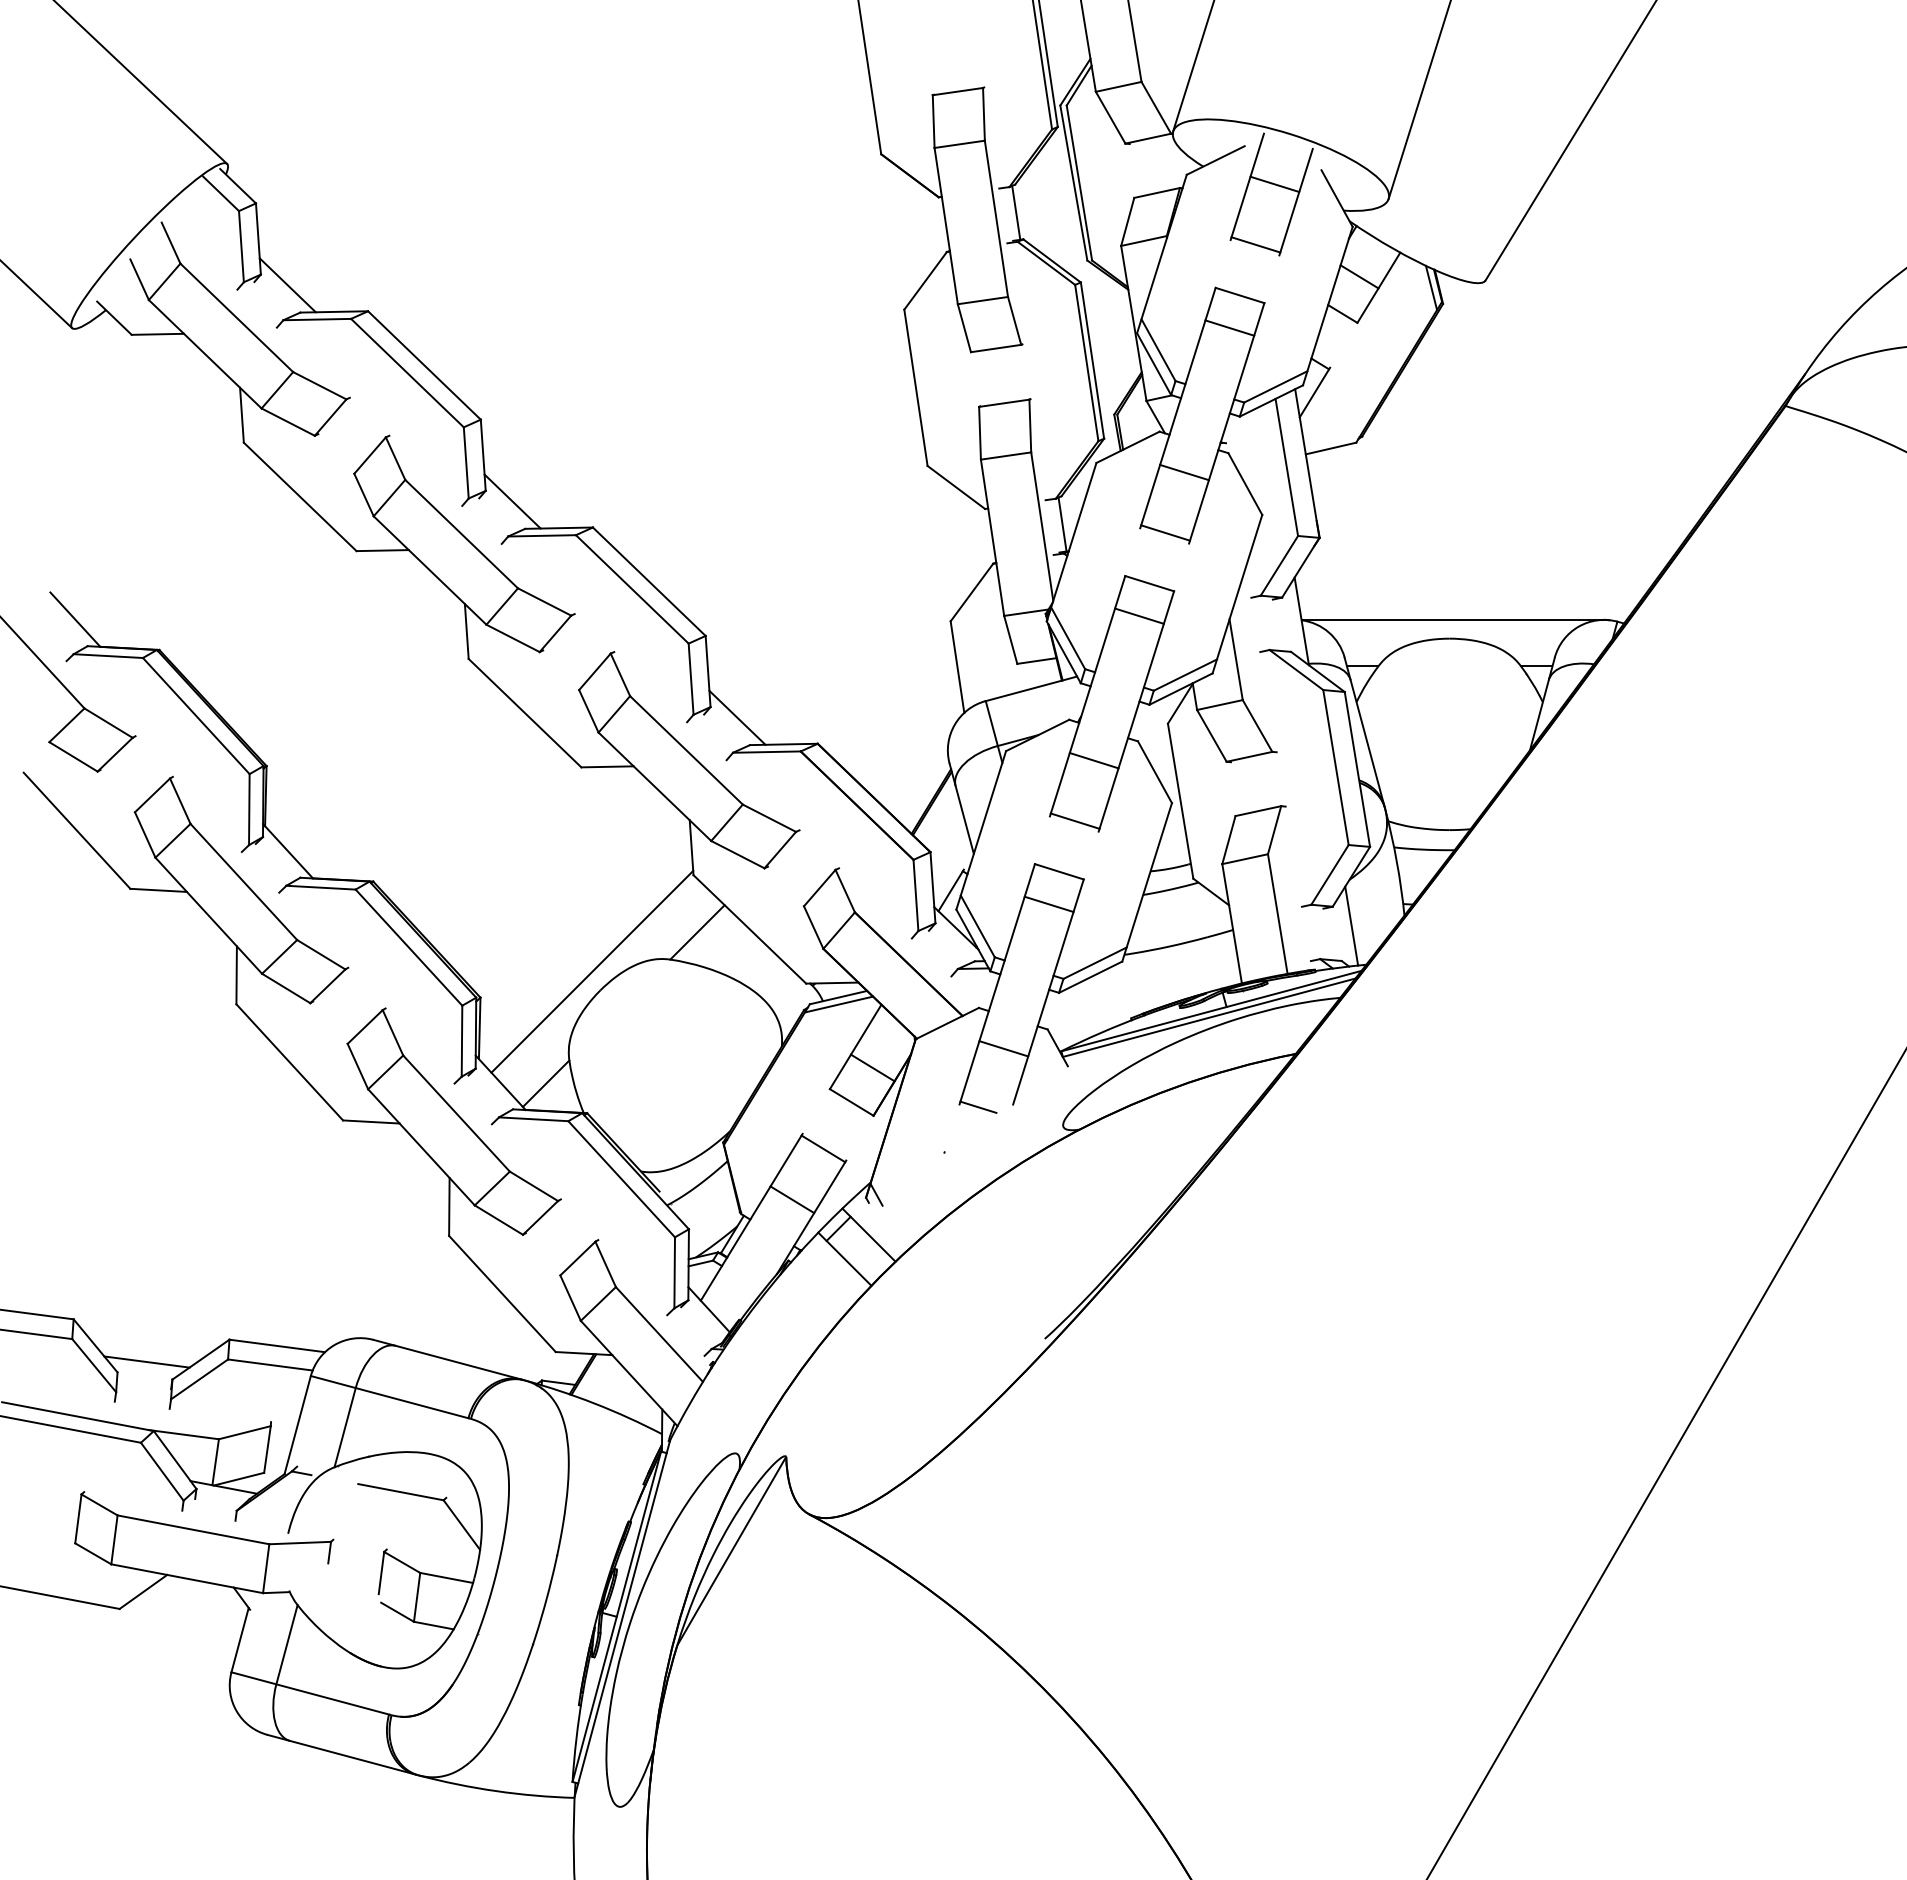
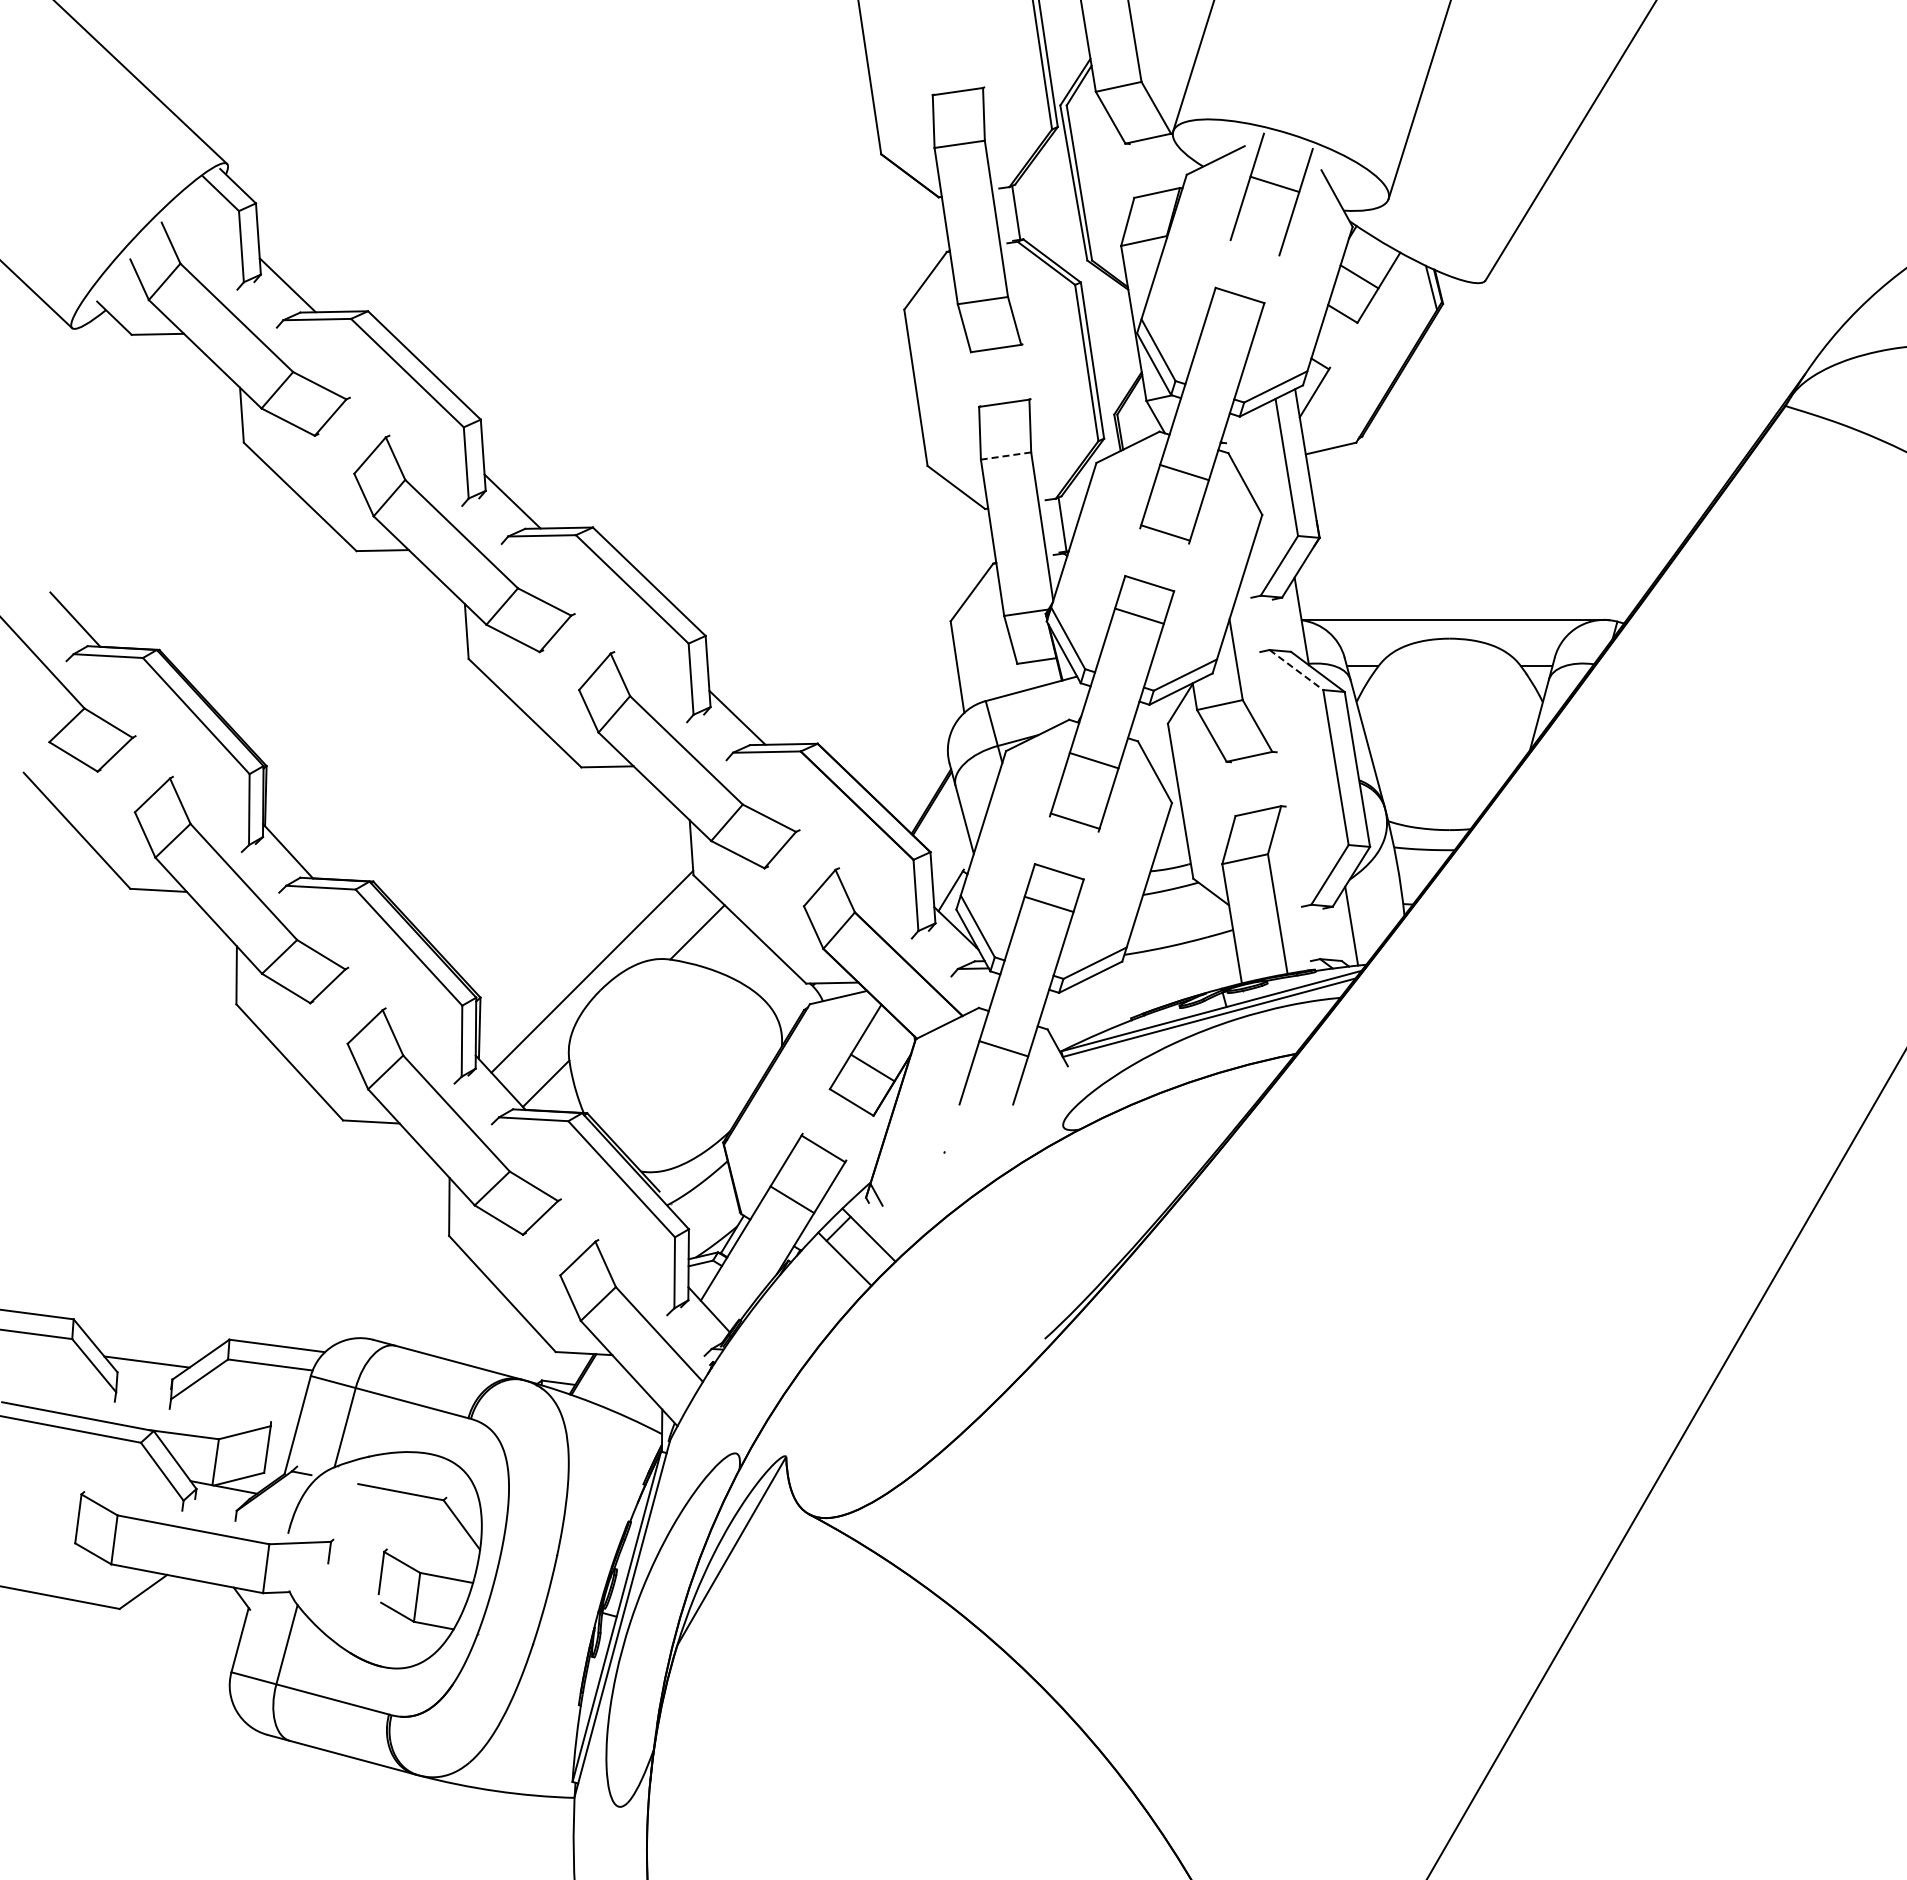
line at (1255, 244): present -> none
line at (1229, 327): present -> none
line at (1005, 456): solid -> dashed
line at (1296, 670): solid -> dashed
line at (838, 1004): present -> none
line at (978, 1106): present -> none
